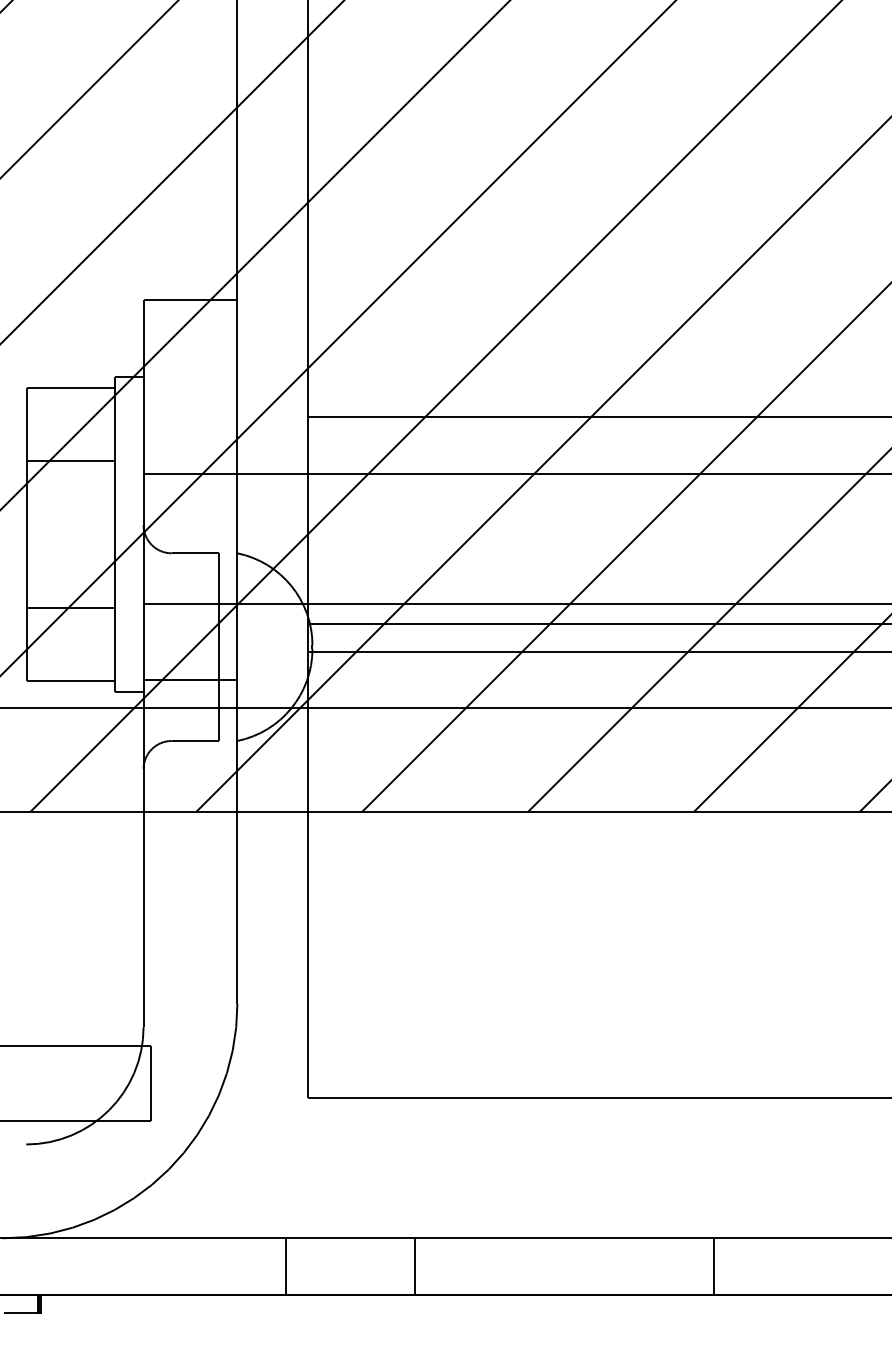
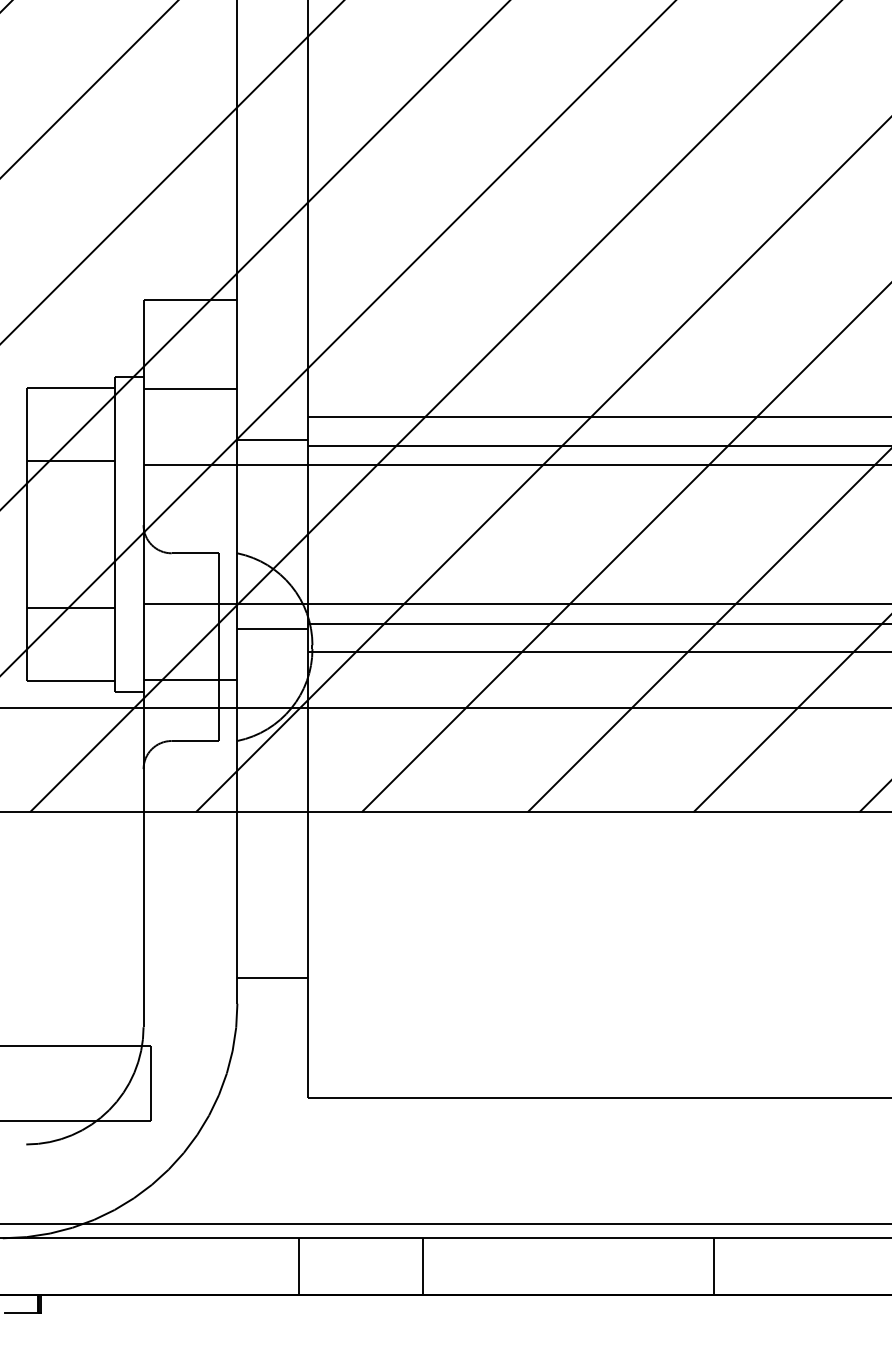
line at (190, 389): none -> present
line at (272, 439): none -> present
line at (597, 445): none -> present
line at (515, 474) position: (515, 474) -> (515, 465)
line at (272, 629): none -> present
line at (272, 977): none -> present
line at (445, 1224): none -> present
line at (286, 1266) position: (286, 1266) -> (299, 1266)
line at (415, 1266) position: (415, 1266) -> (423, 1266)
